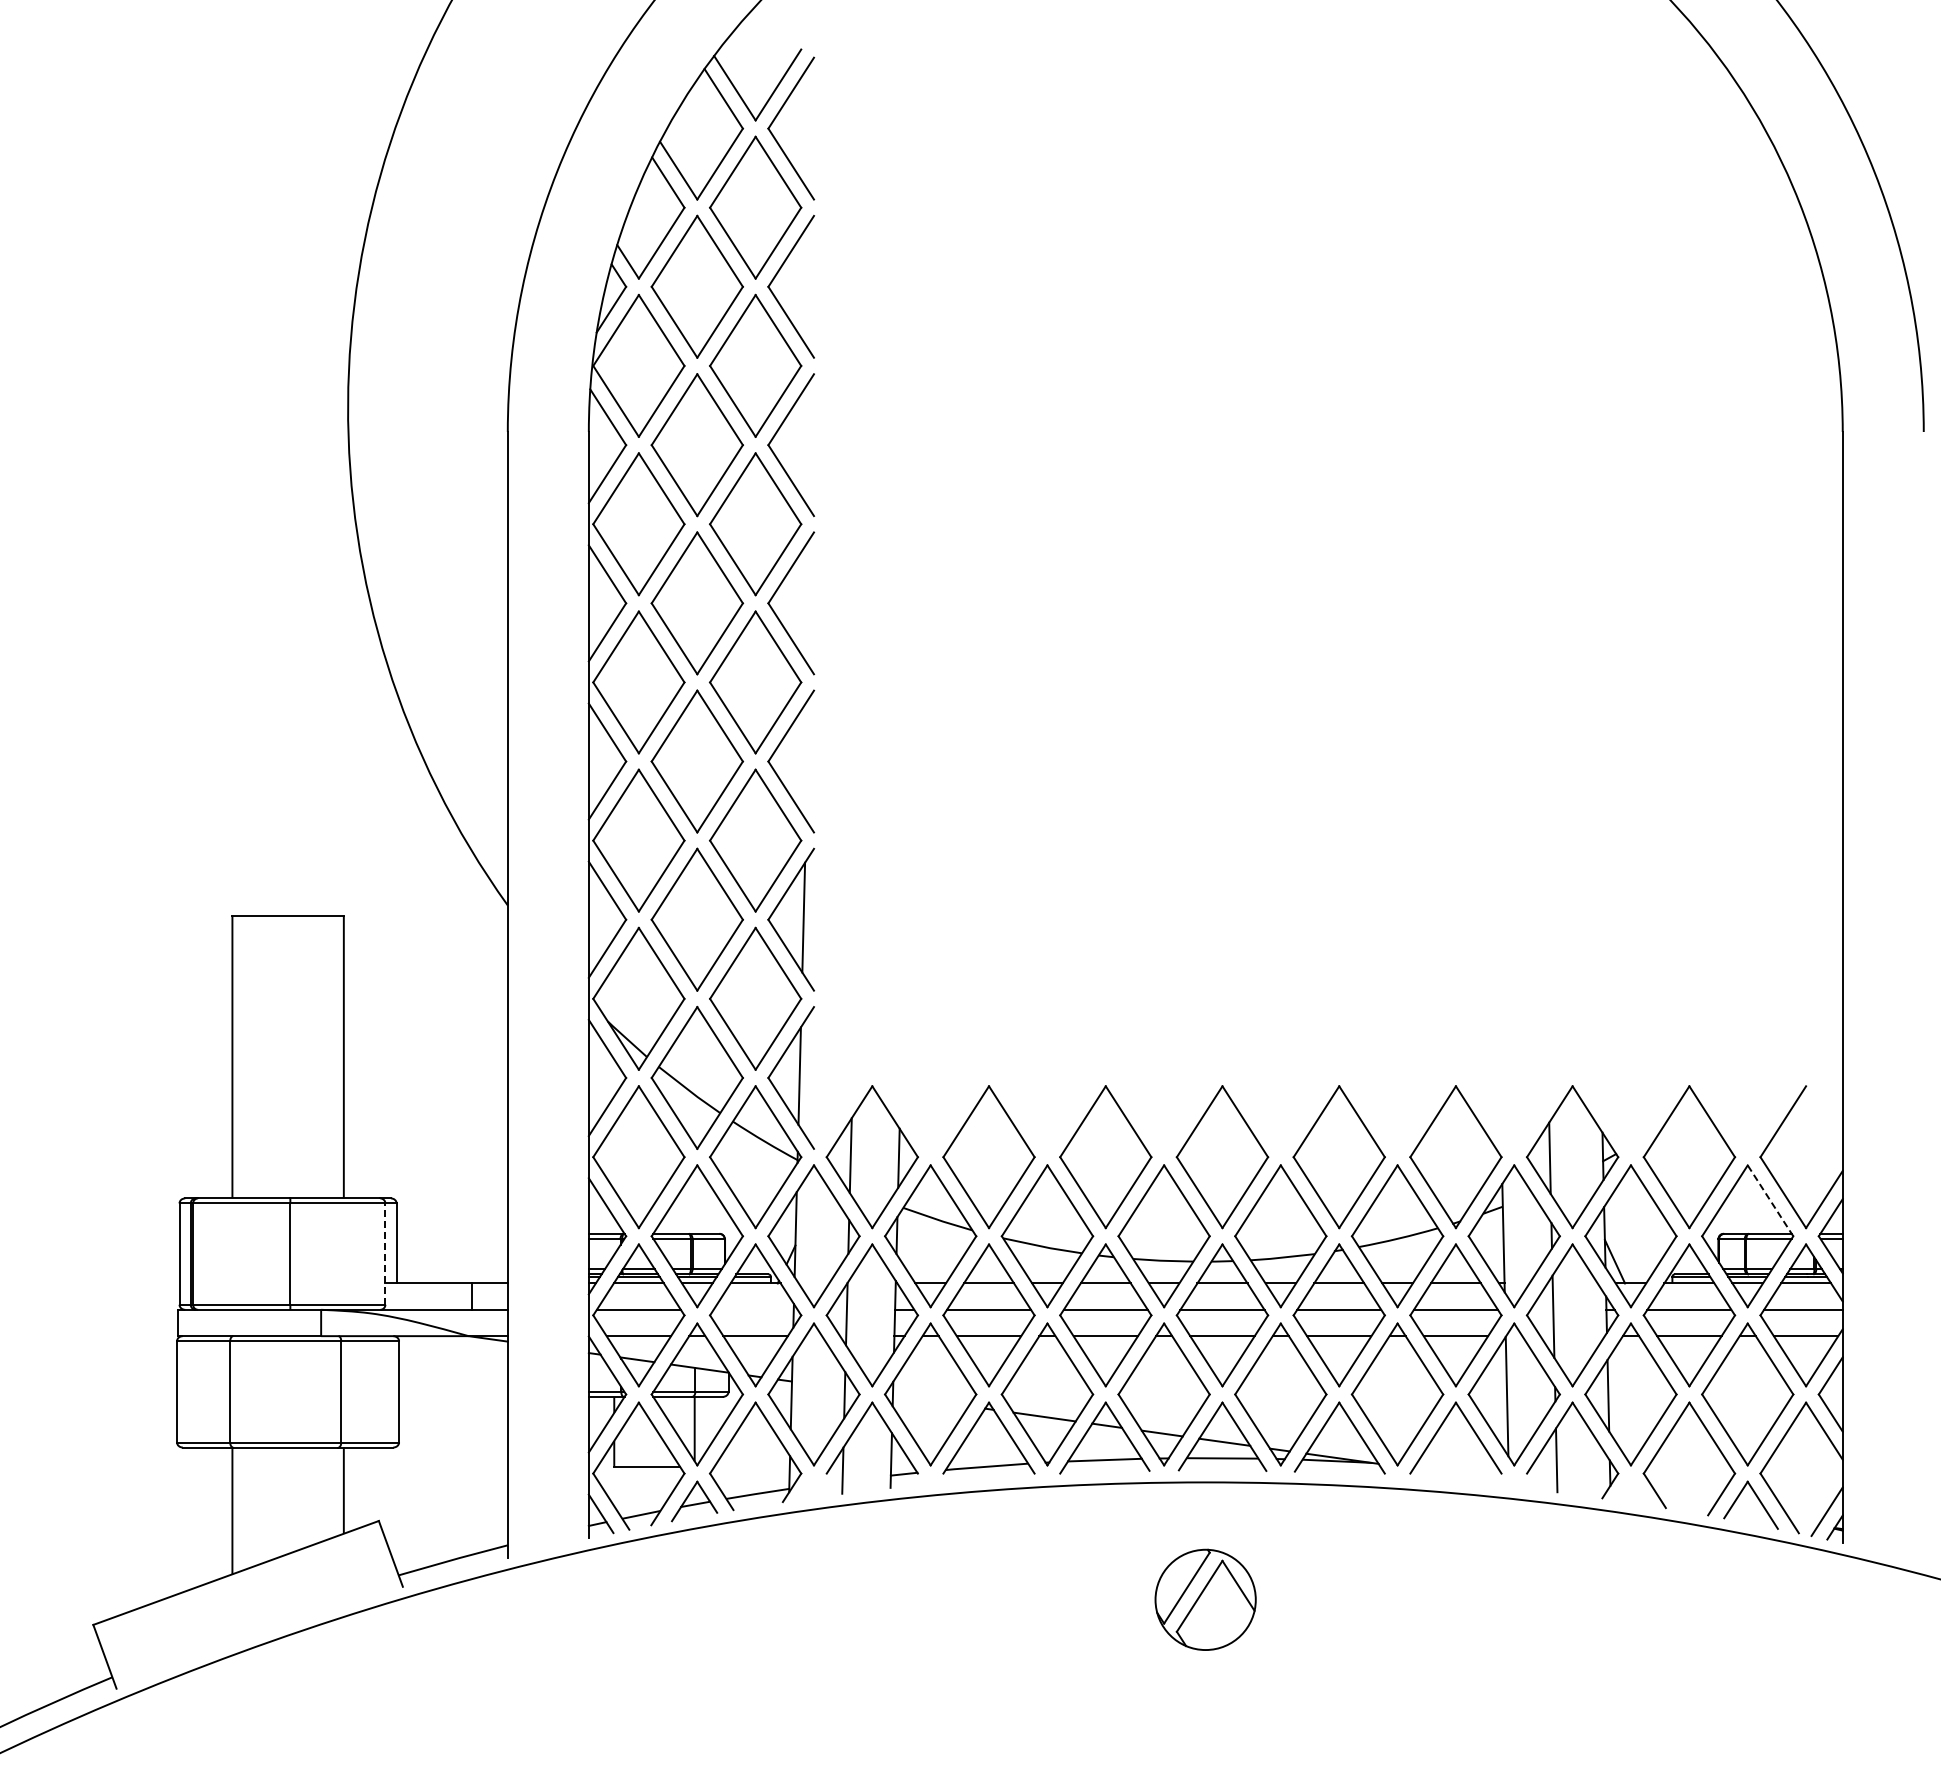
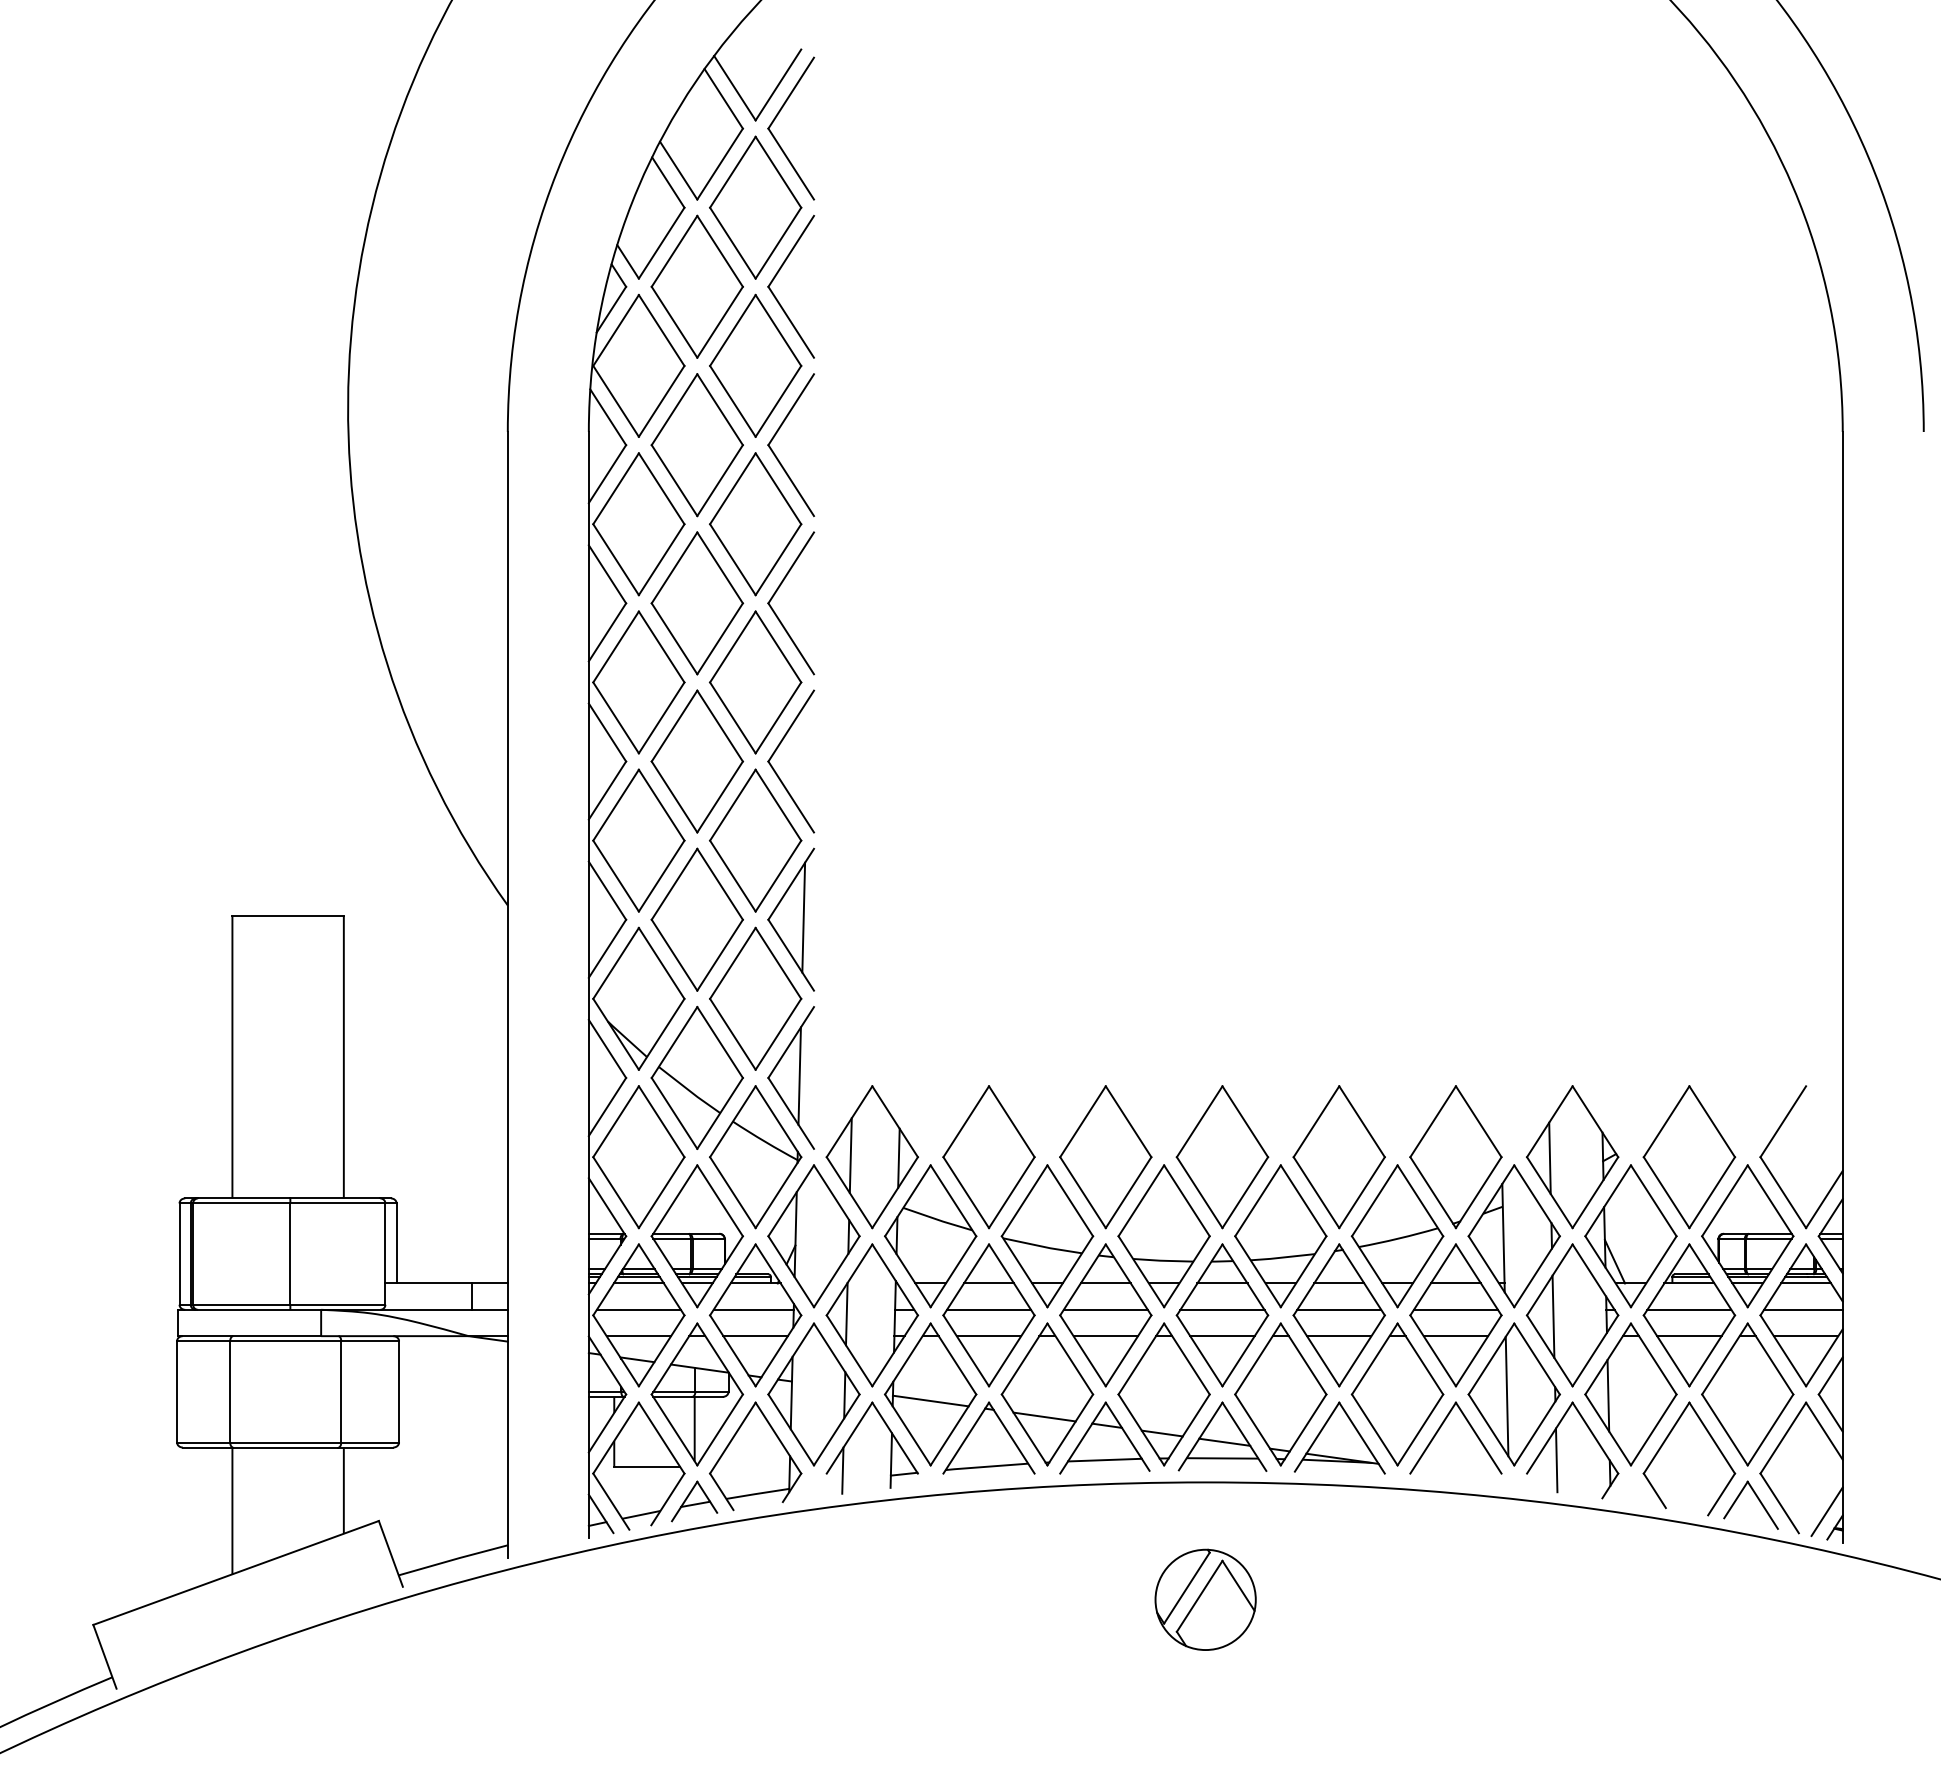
line at (1770, 1200): dashed -> solid
line at (385, 1254): dashed -> solid
line at (753, 1309): none -> present
line at (930, 1400): none -> present
